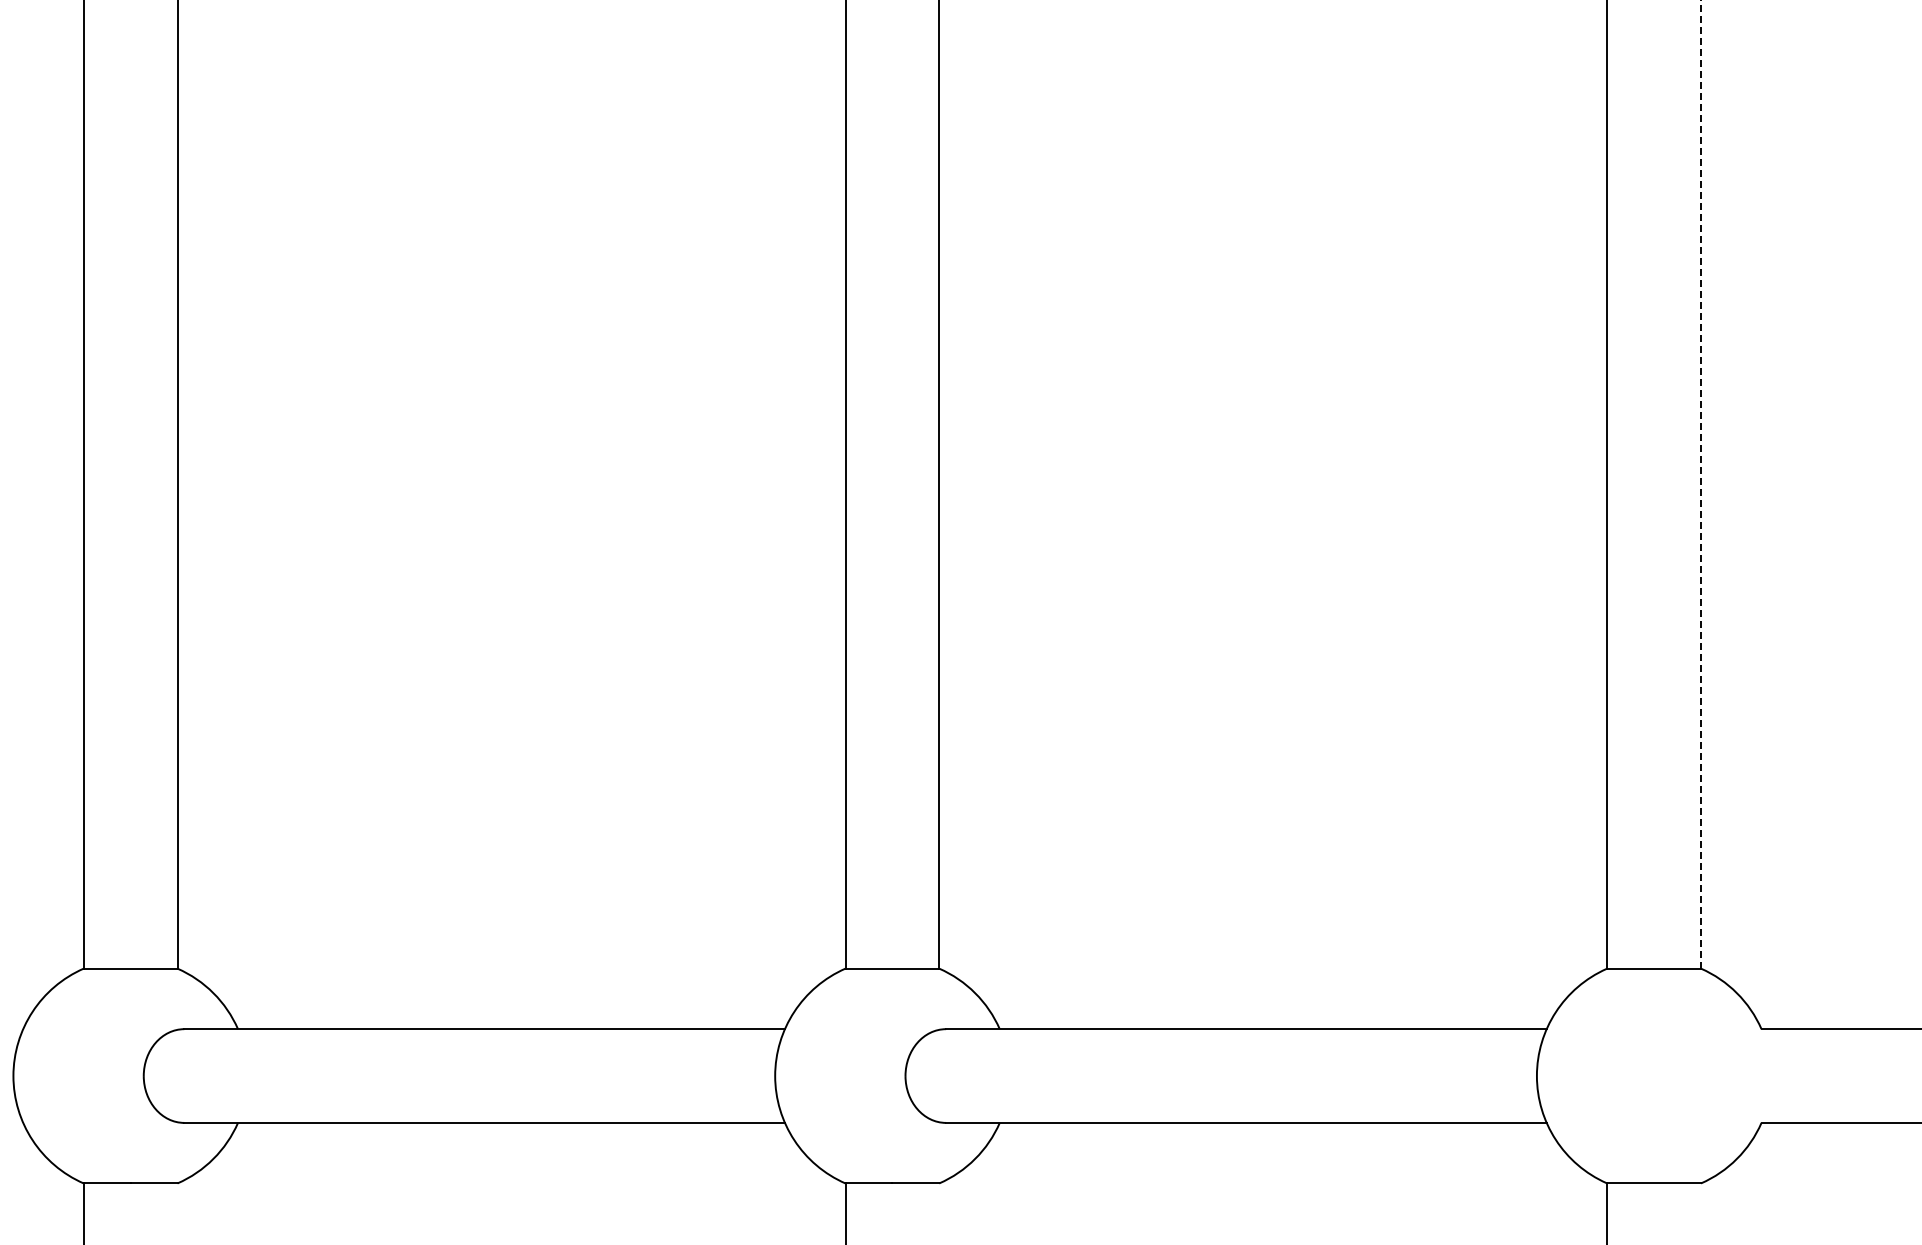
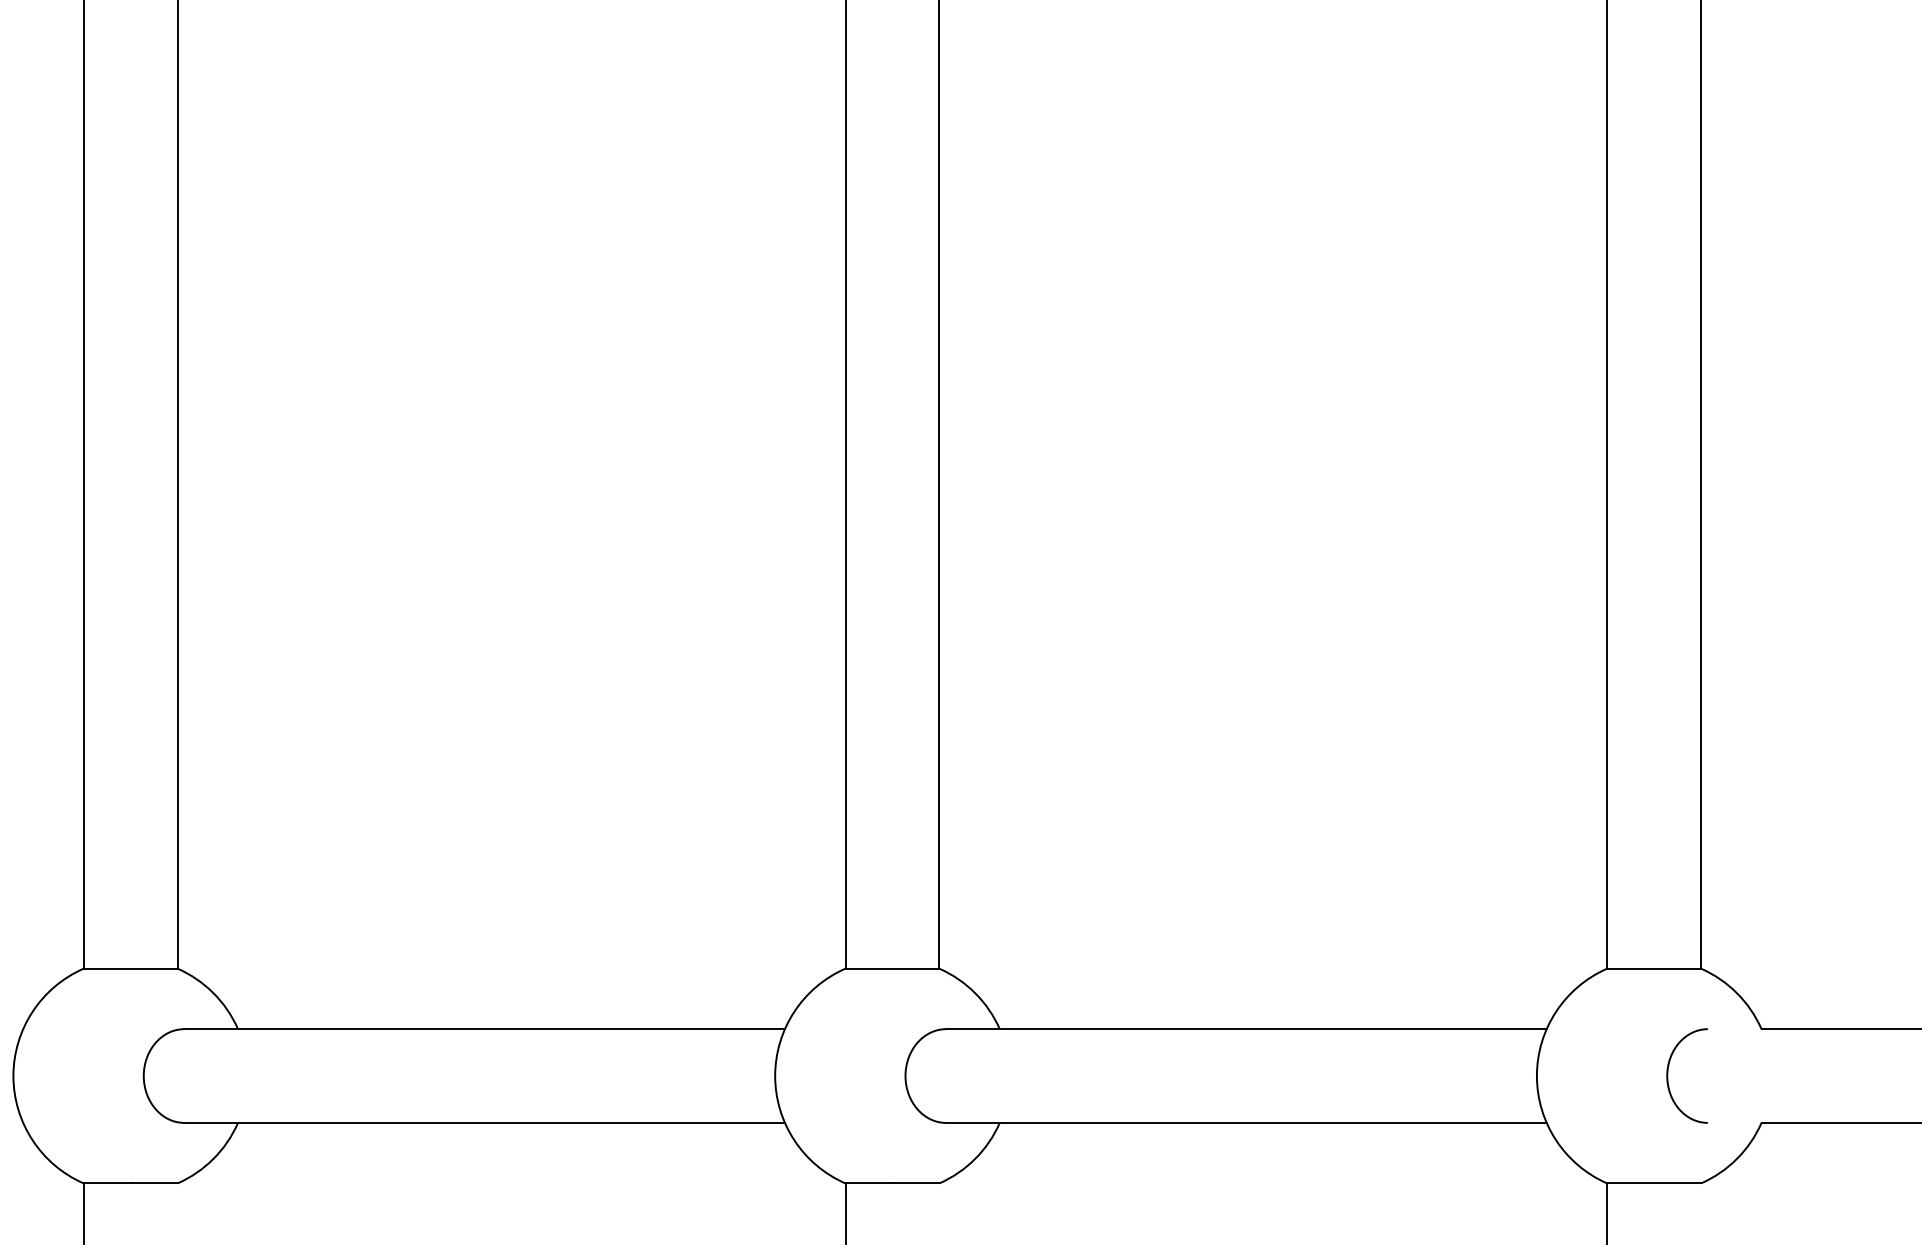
line at (1700, 484): dashed -> solid
part at (1668, 1075): none -> present
